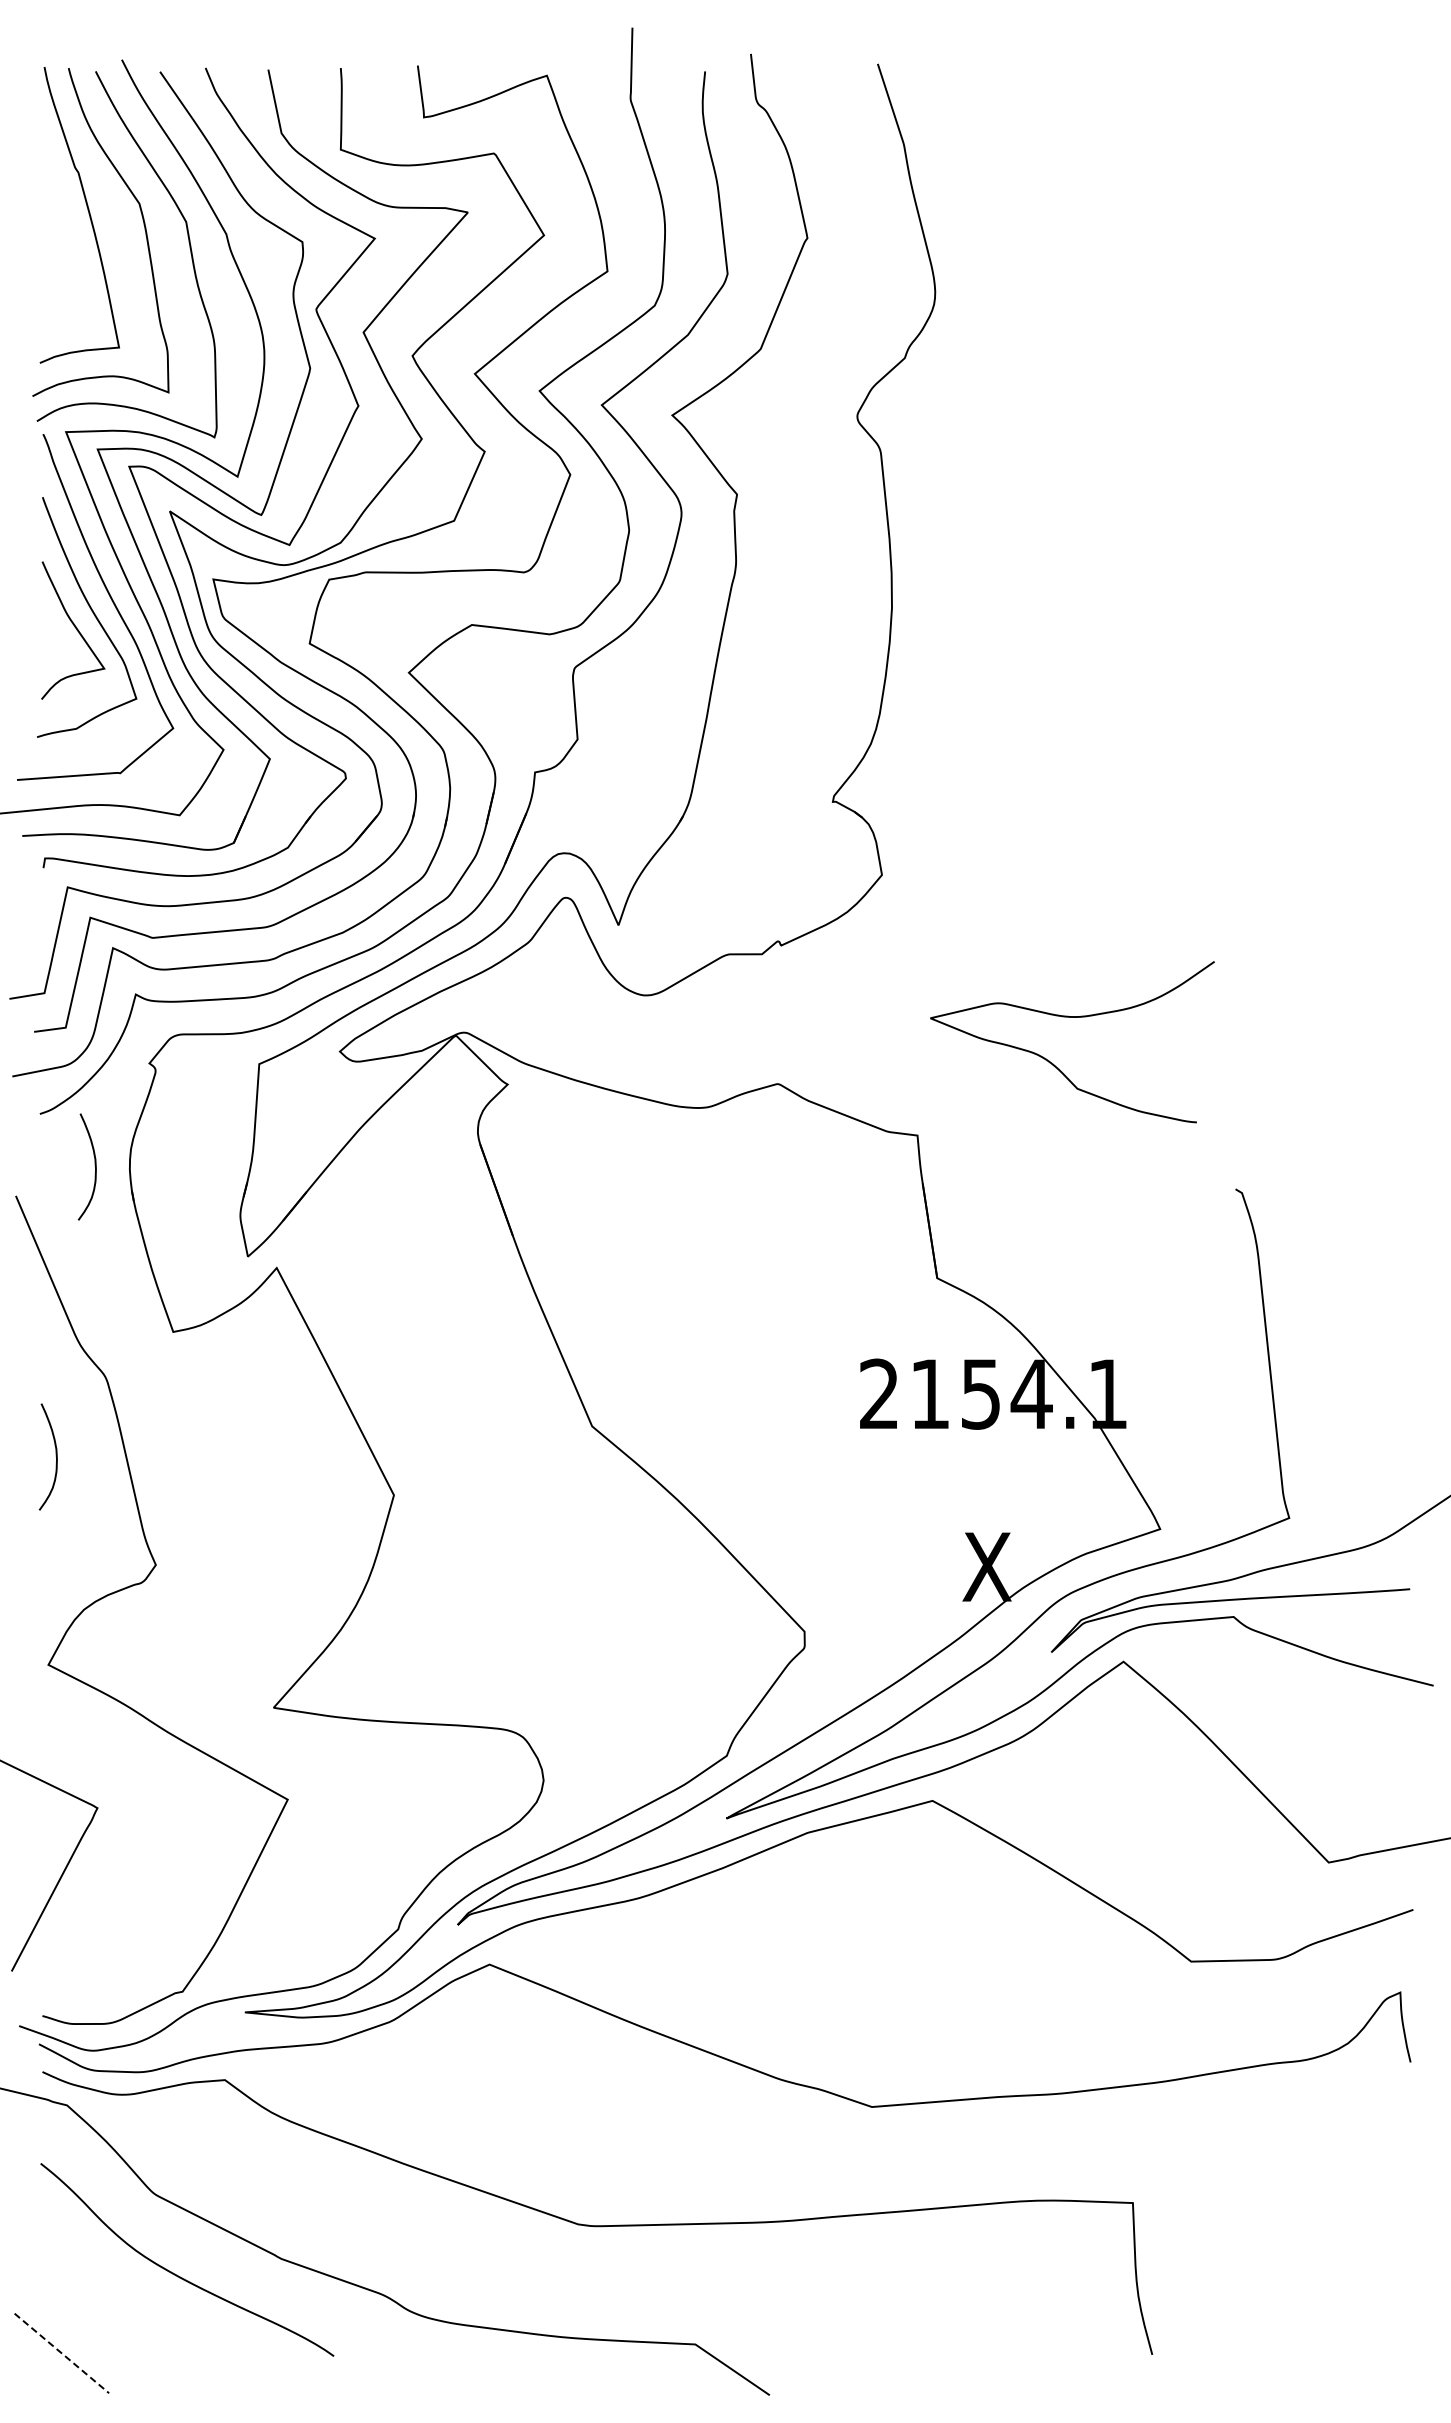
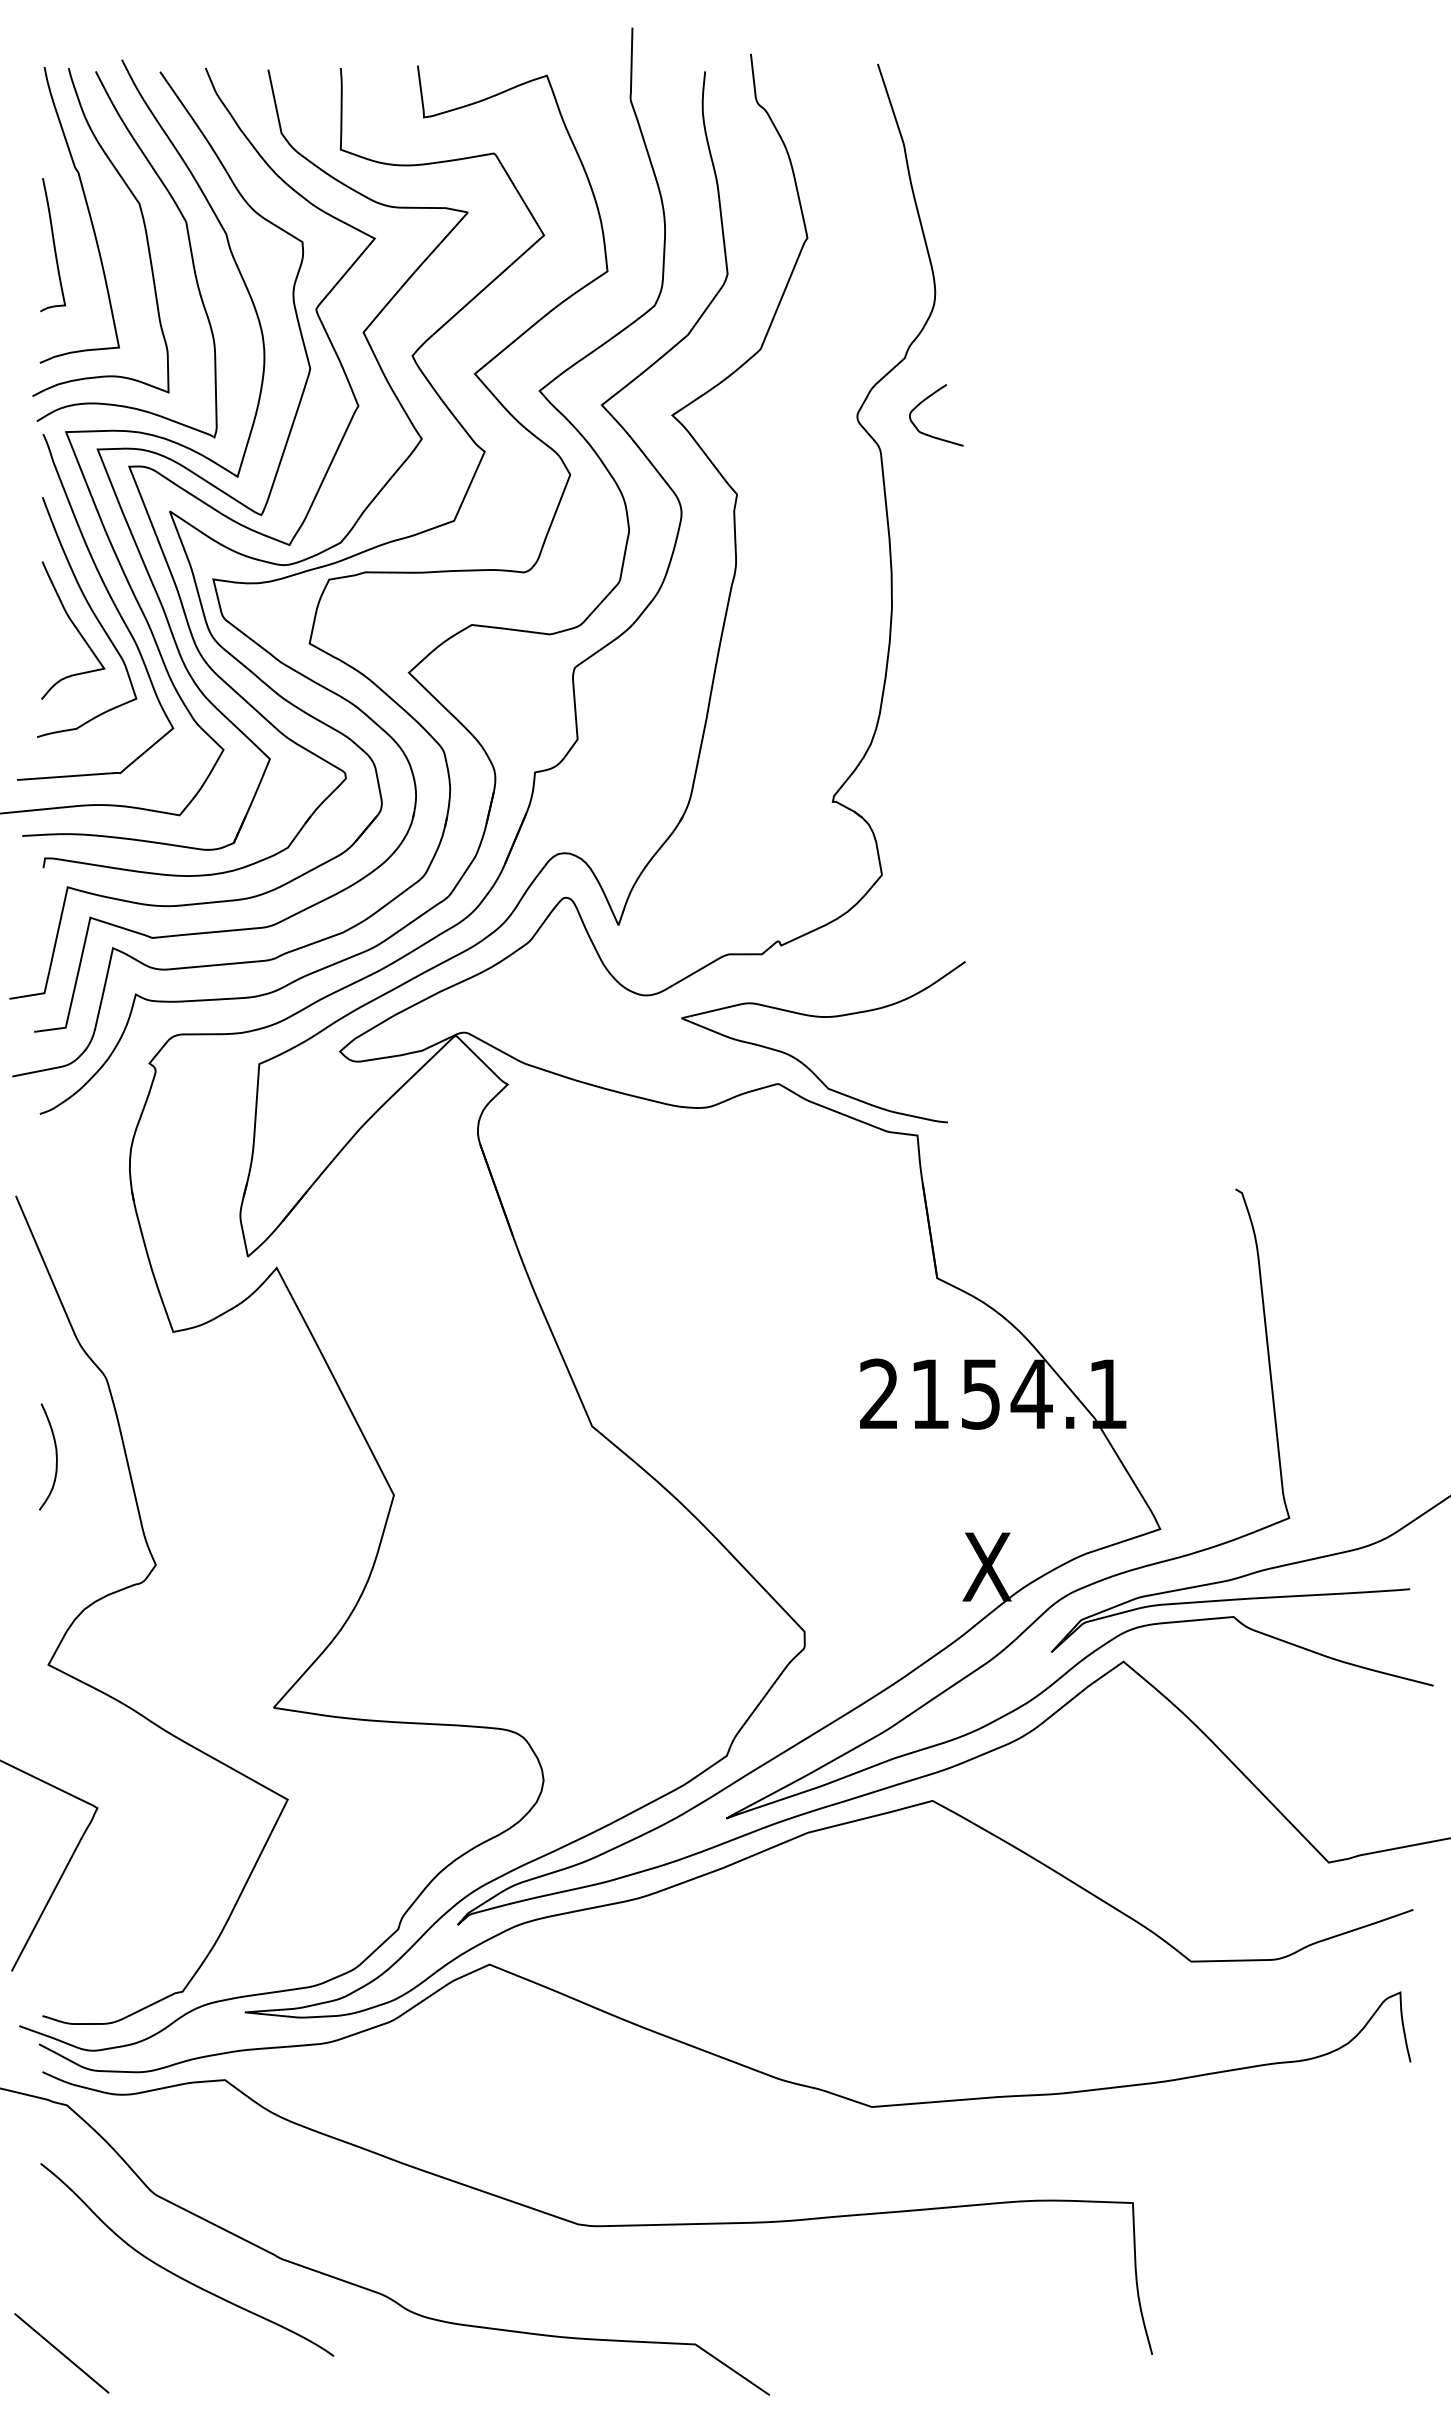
curve at (53, 245): none -> present
curve at (924, 401): none -> present
curve at (1072, 1017) position: (1072, 1017) -> (823, 1017)
curve at (94, 1166): present -> none
line at (61, 2353): dashed -> solid
